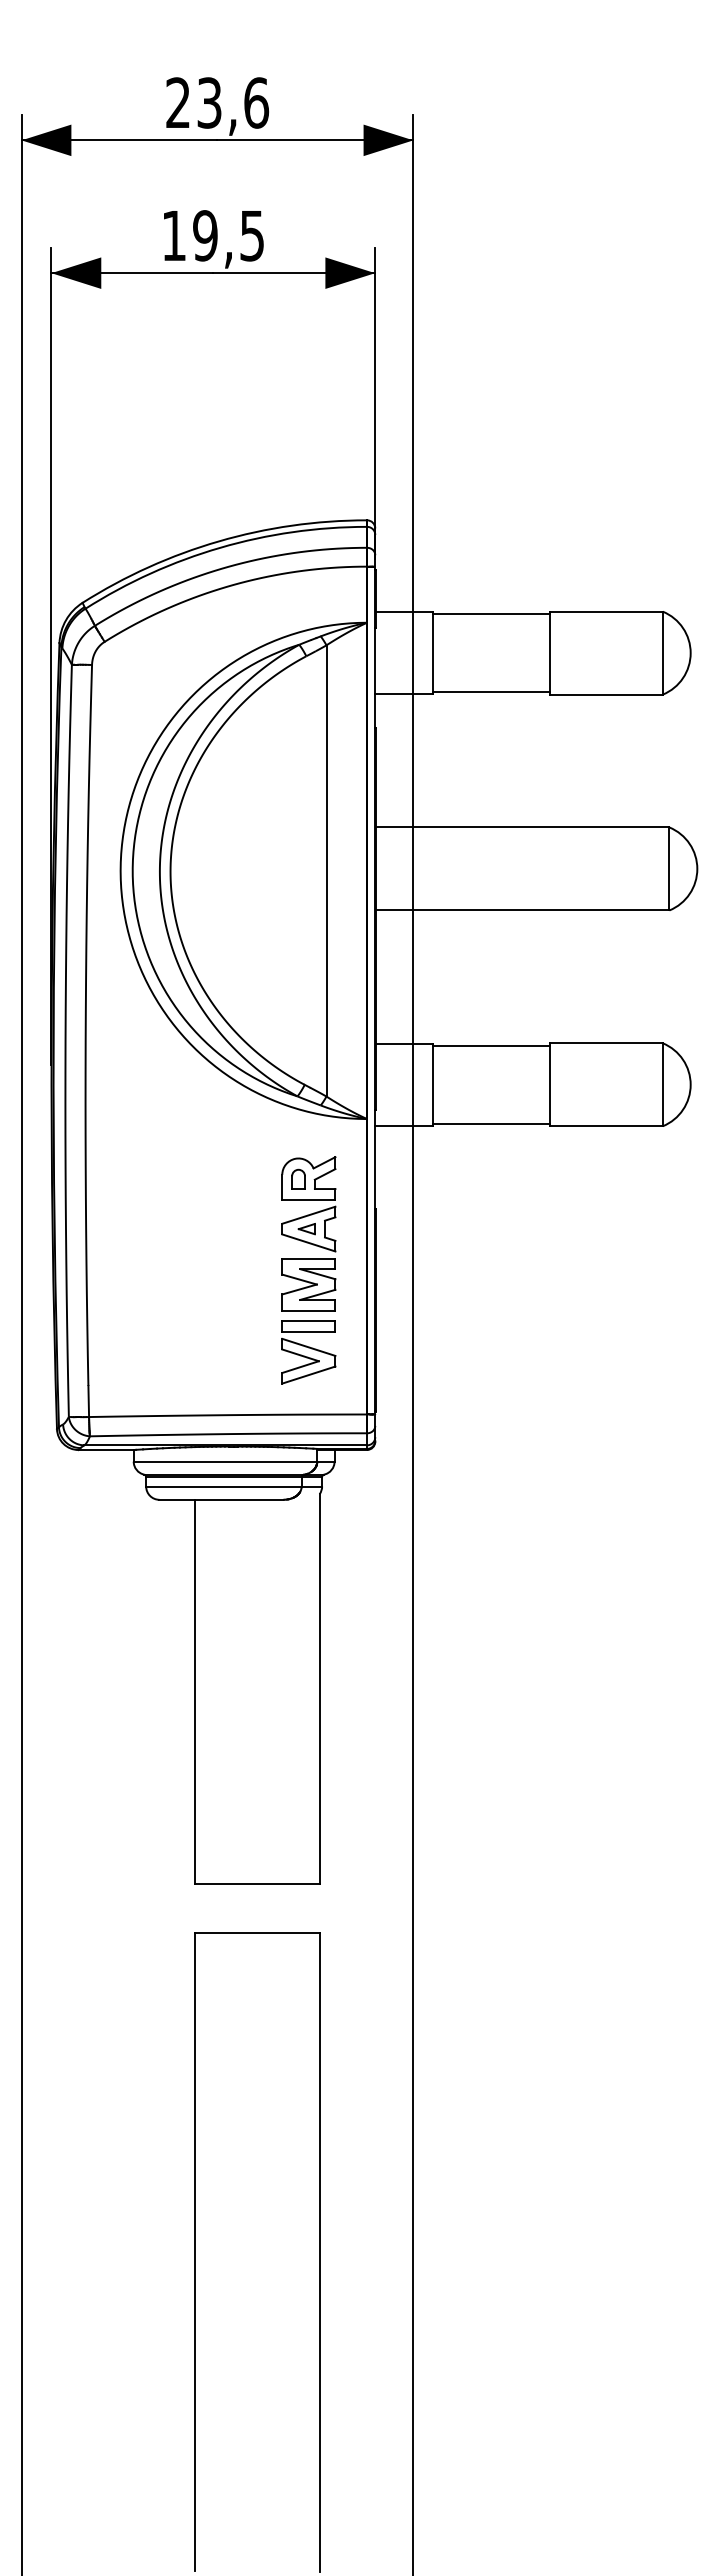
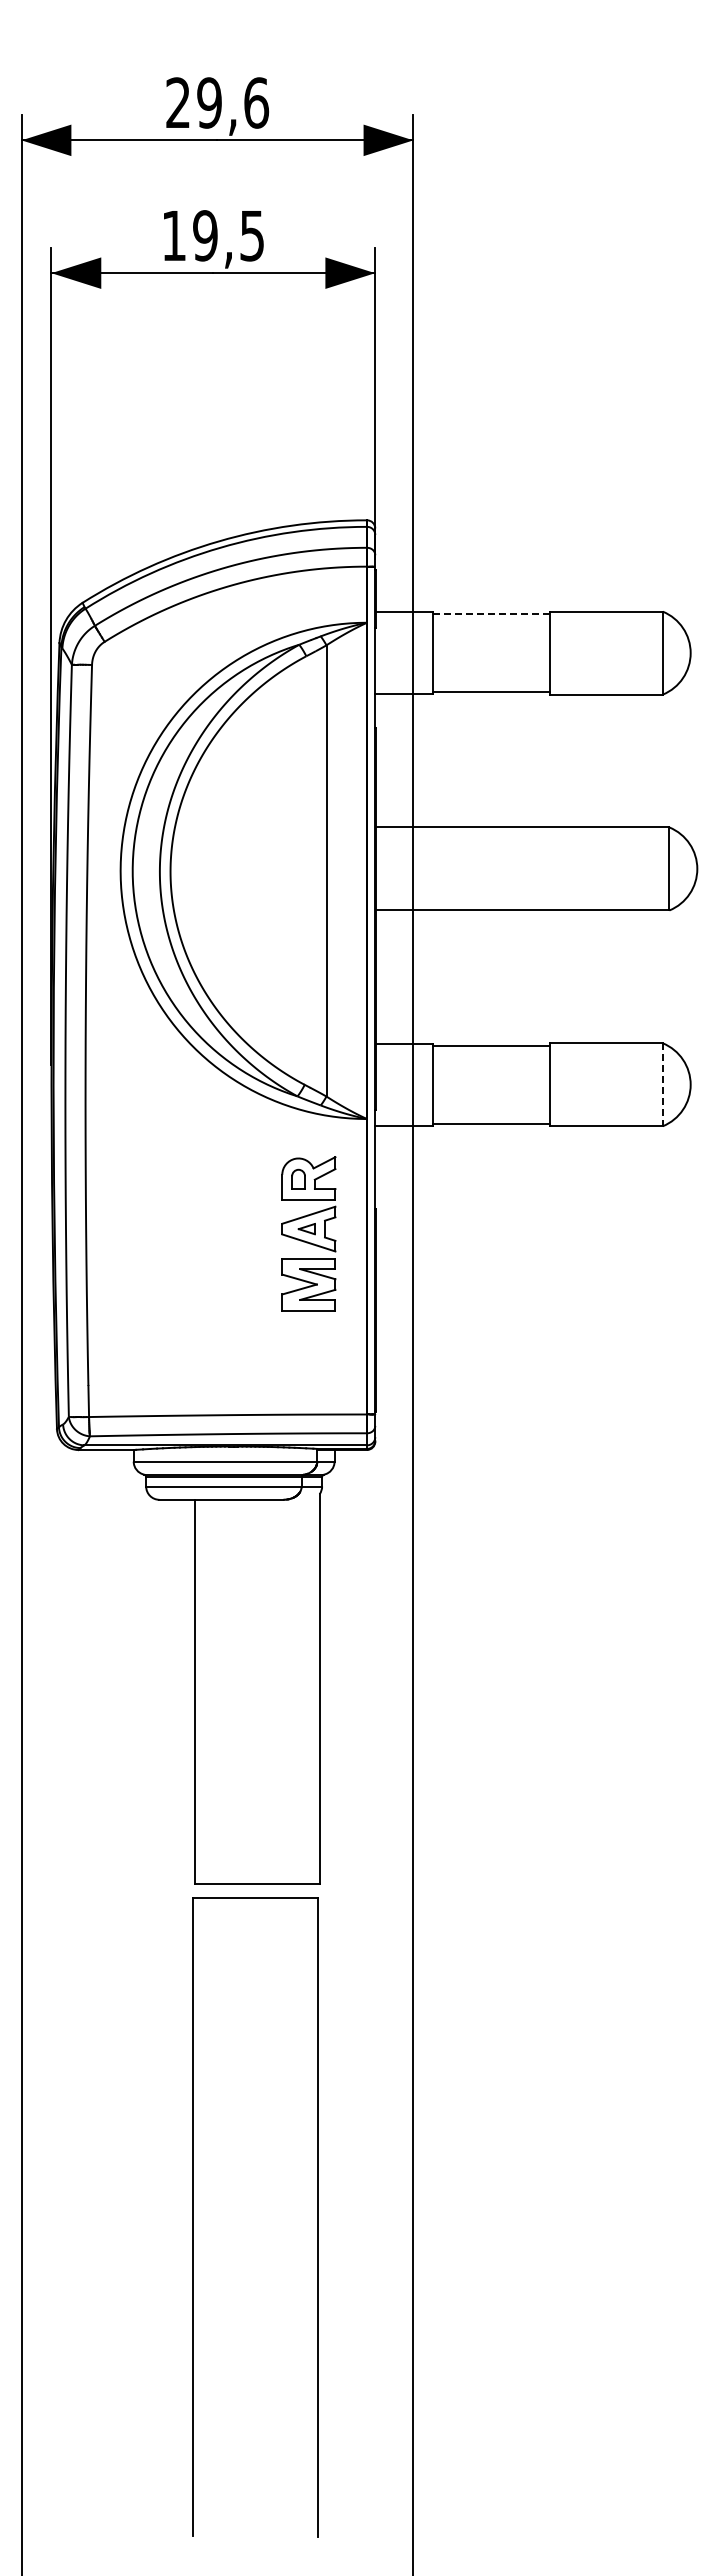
text at (209, 102): 23,6 -> 29,6
line at (491, 614): solid -> dashed
line at (662, 1084): solid -> dashed
part at (308, 1352): present -> none
part at (195, 2252) position: (195, 2252) -> (193, 2217)
